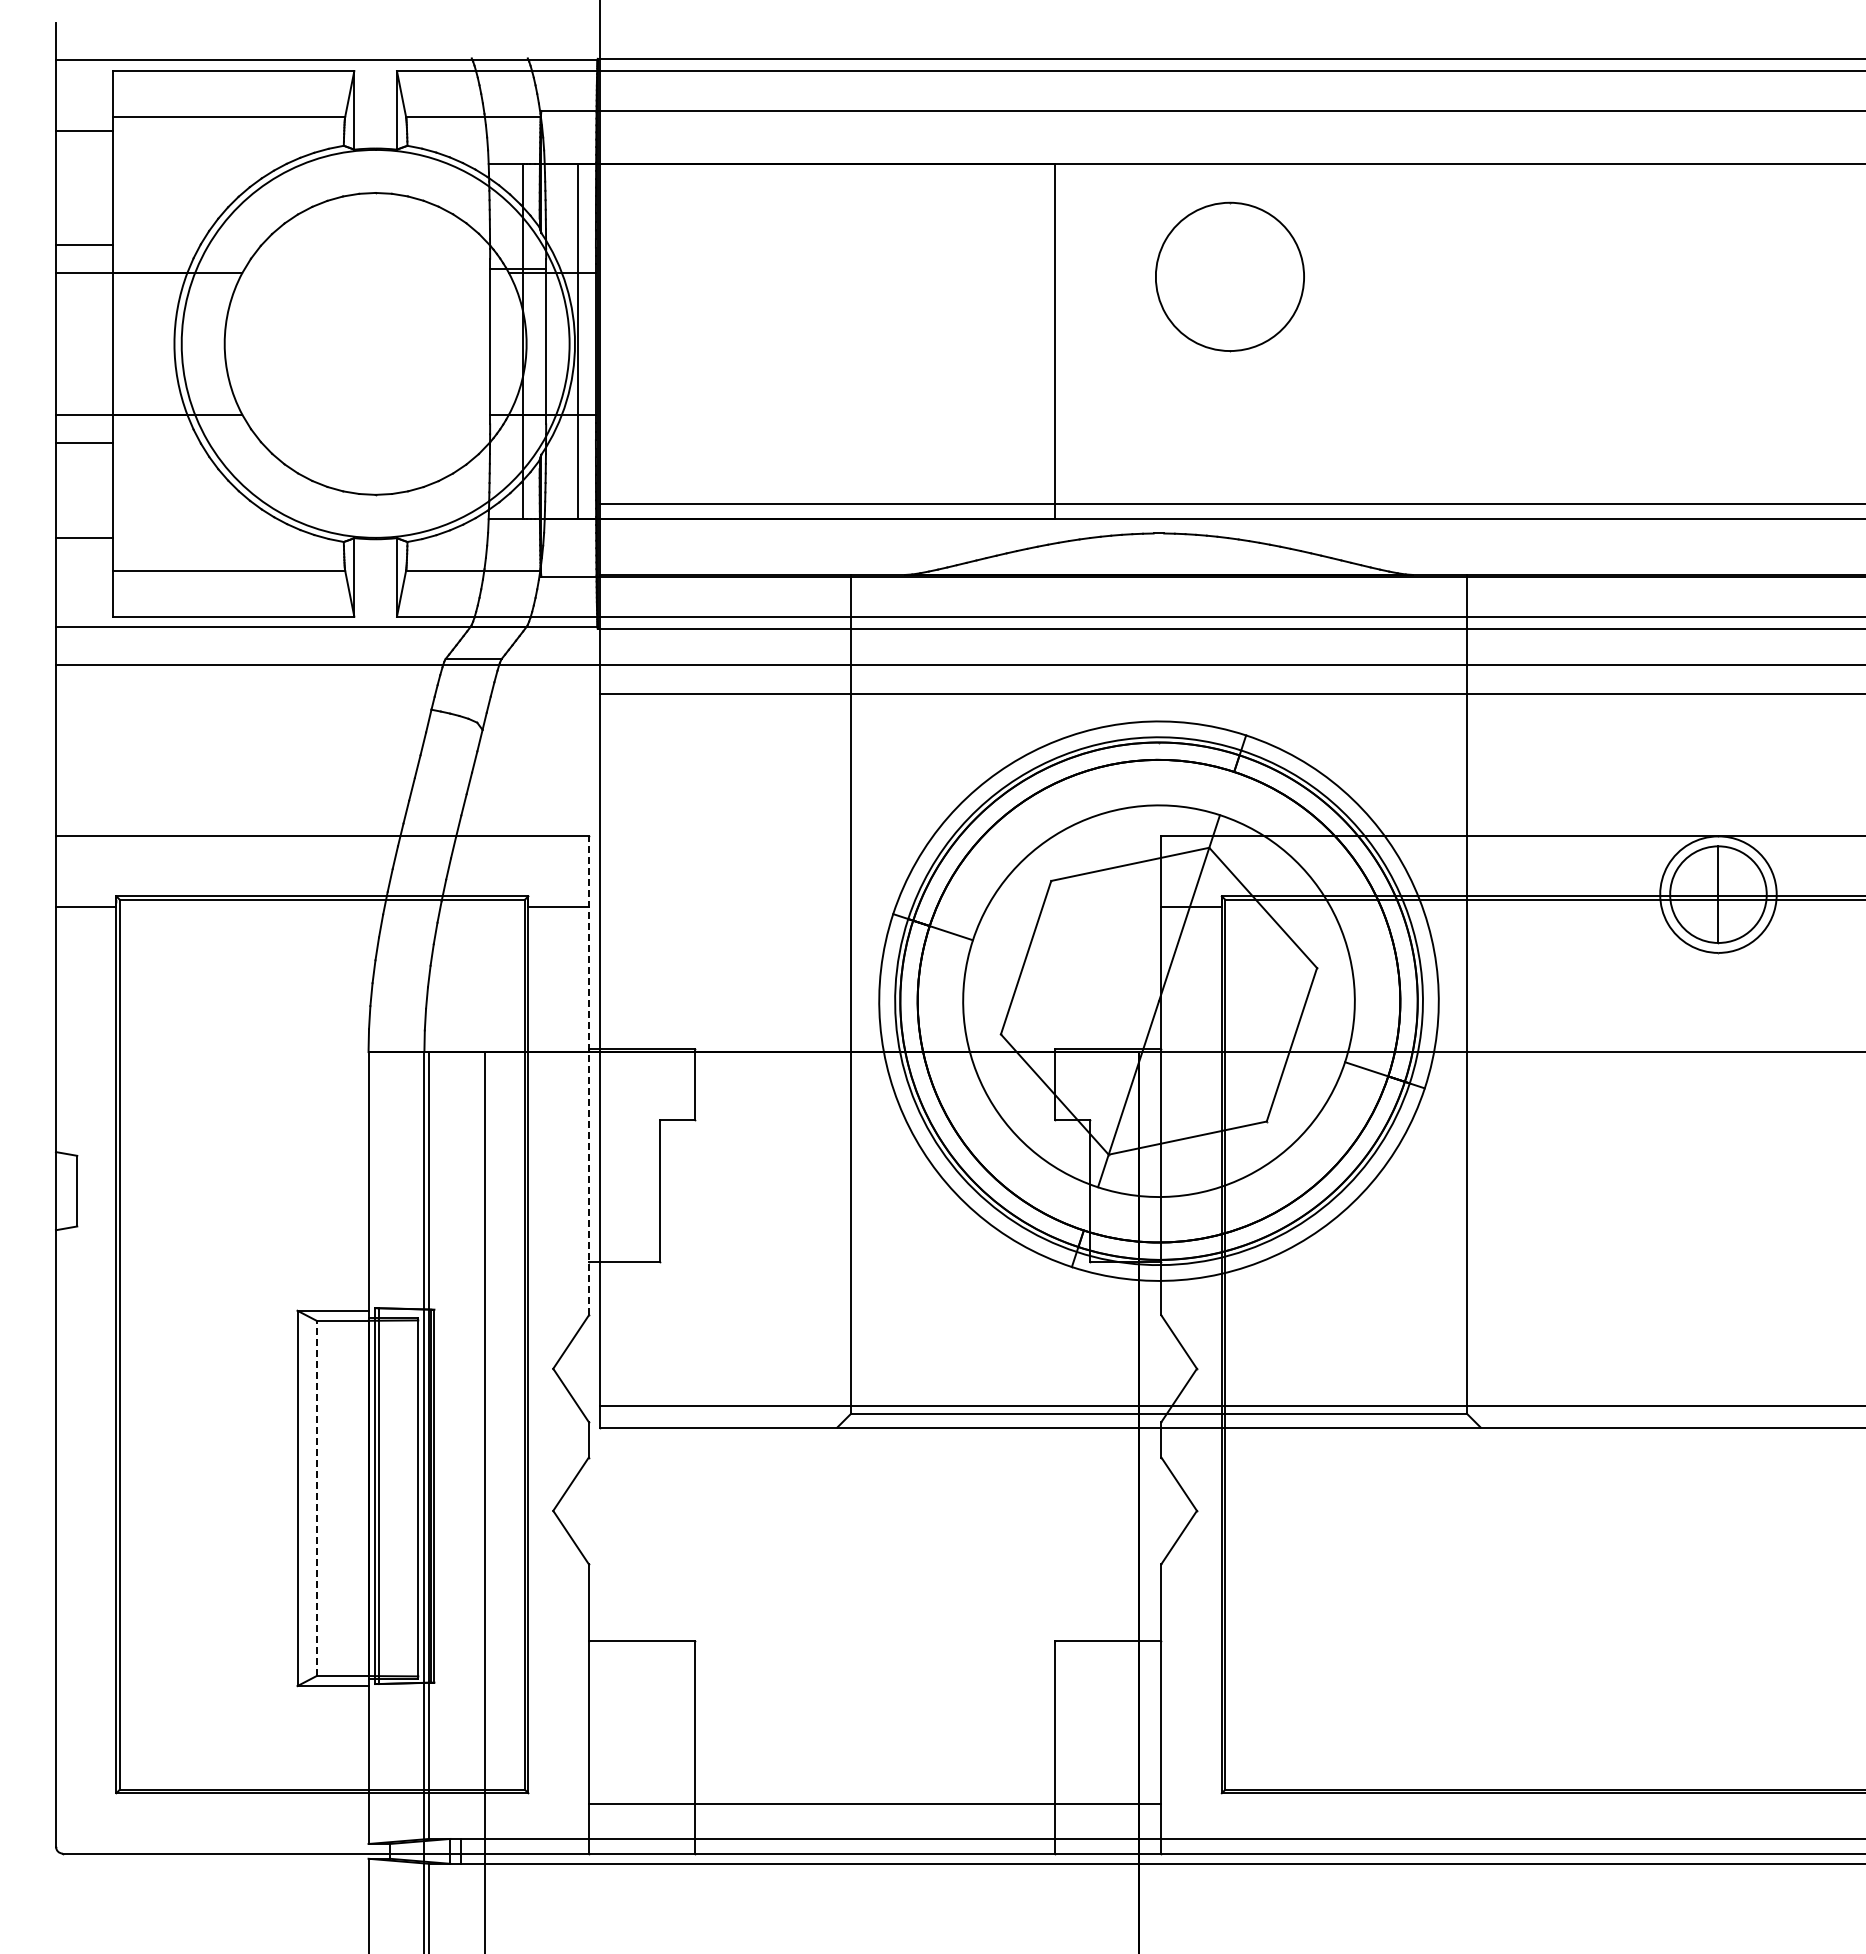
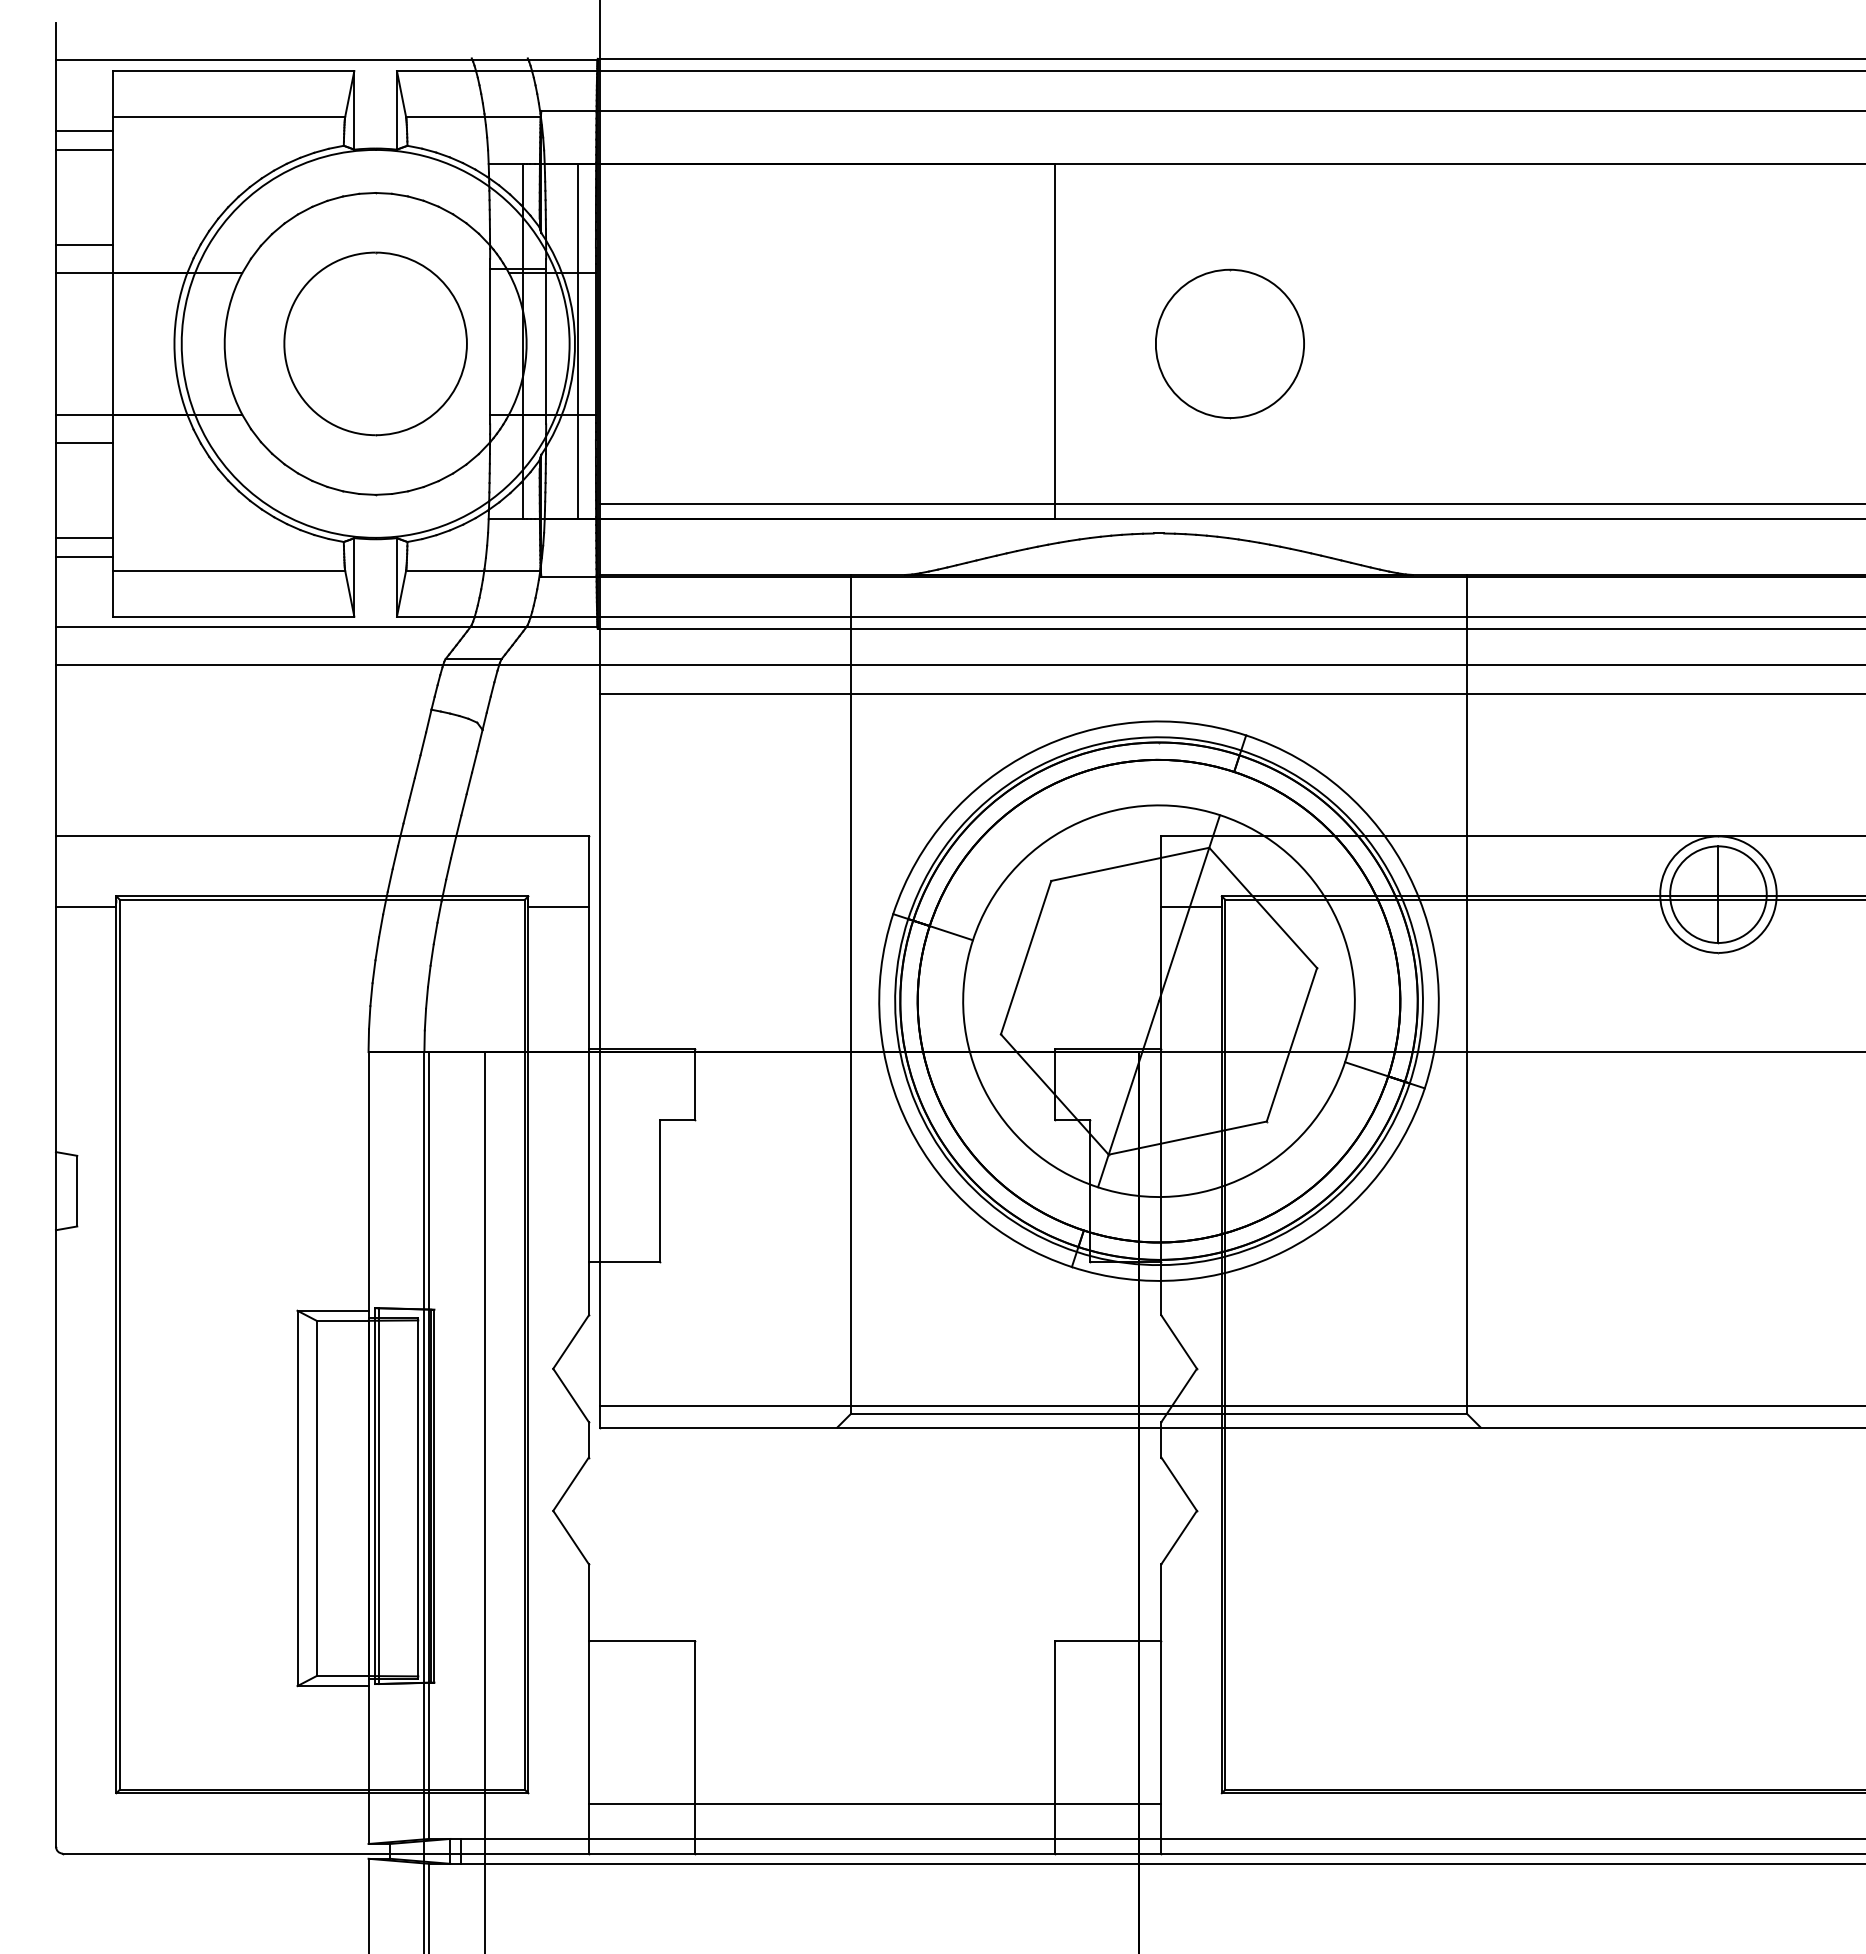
line at (83, 150): none -> present
part at (1229, 276) position: (1229, 276) -> (1229, 343)
part at (375, 343): none -> present
line at (83, 557): none -> present
line at (588, 1075): dashed -> solid
line at (316, 1498): dashed -> solid
